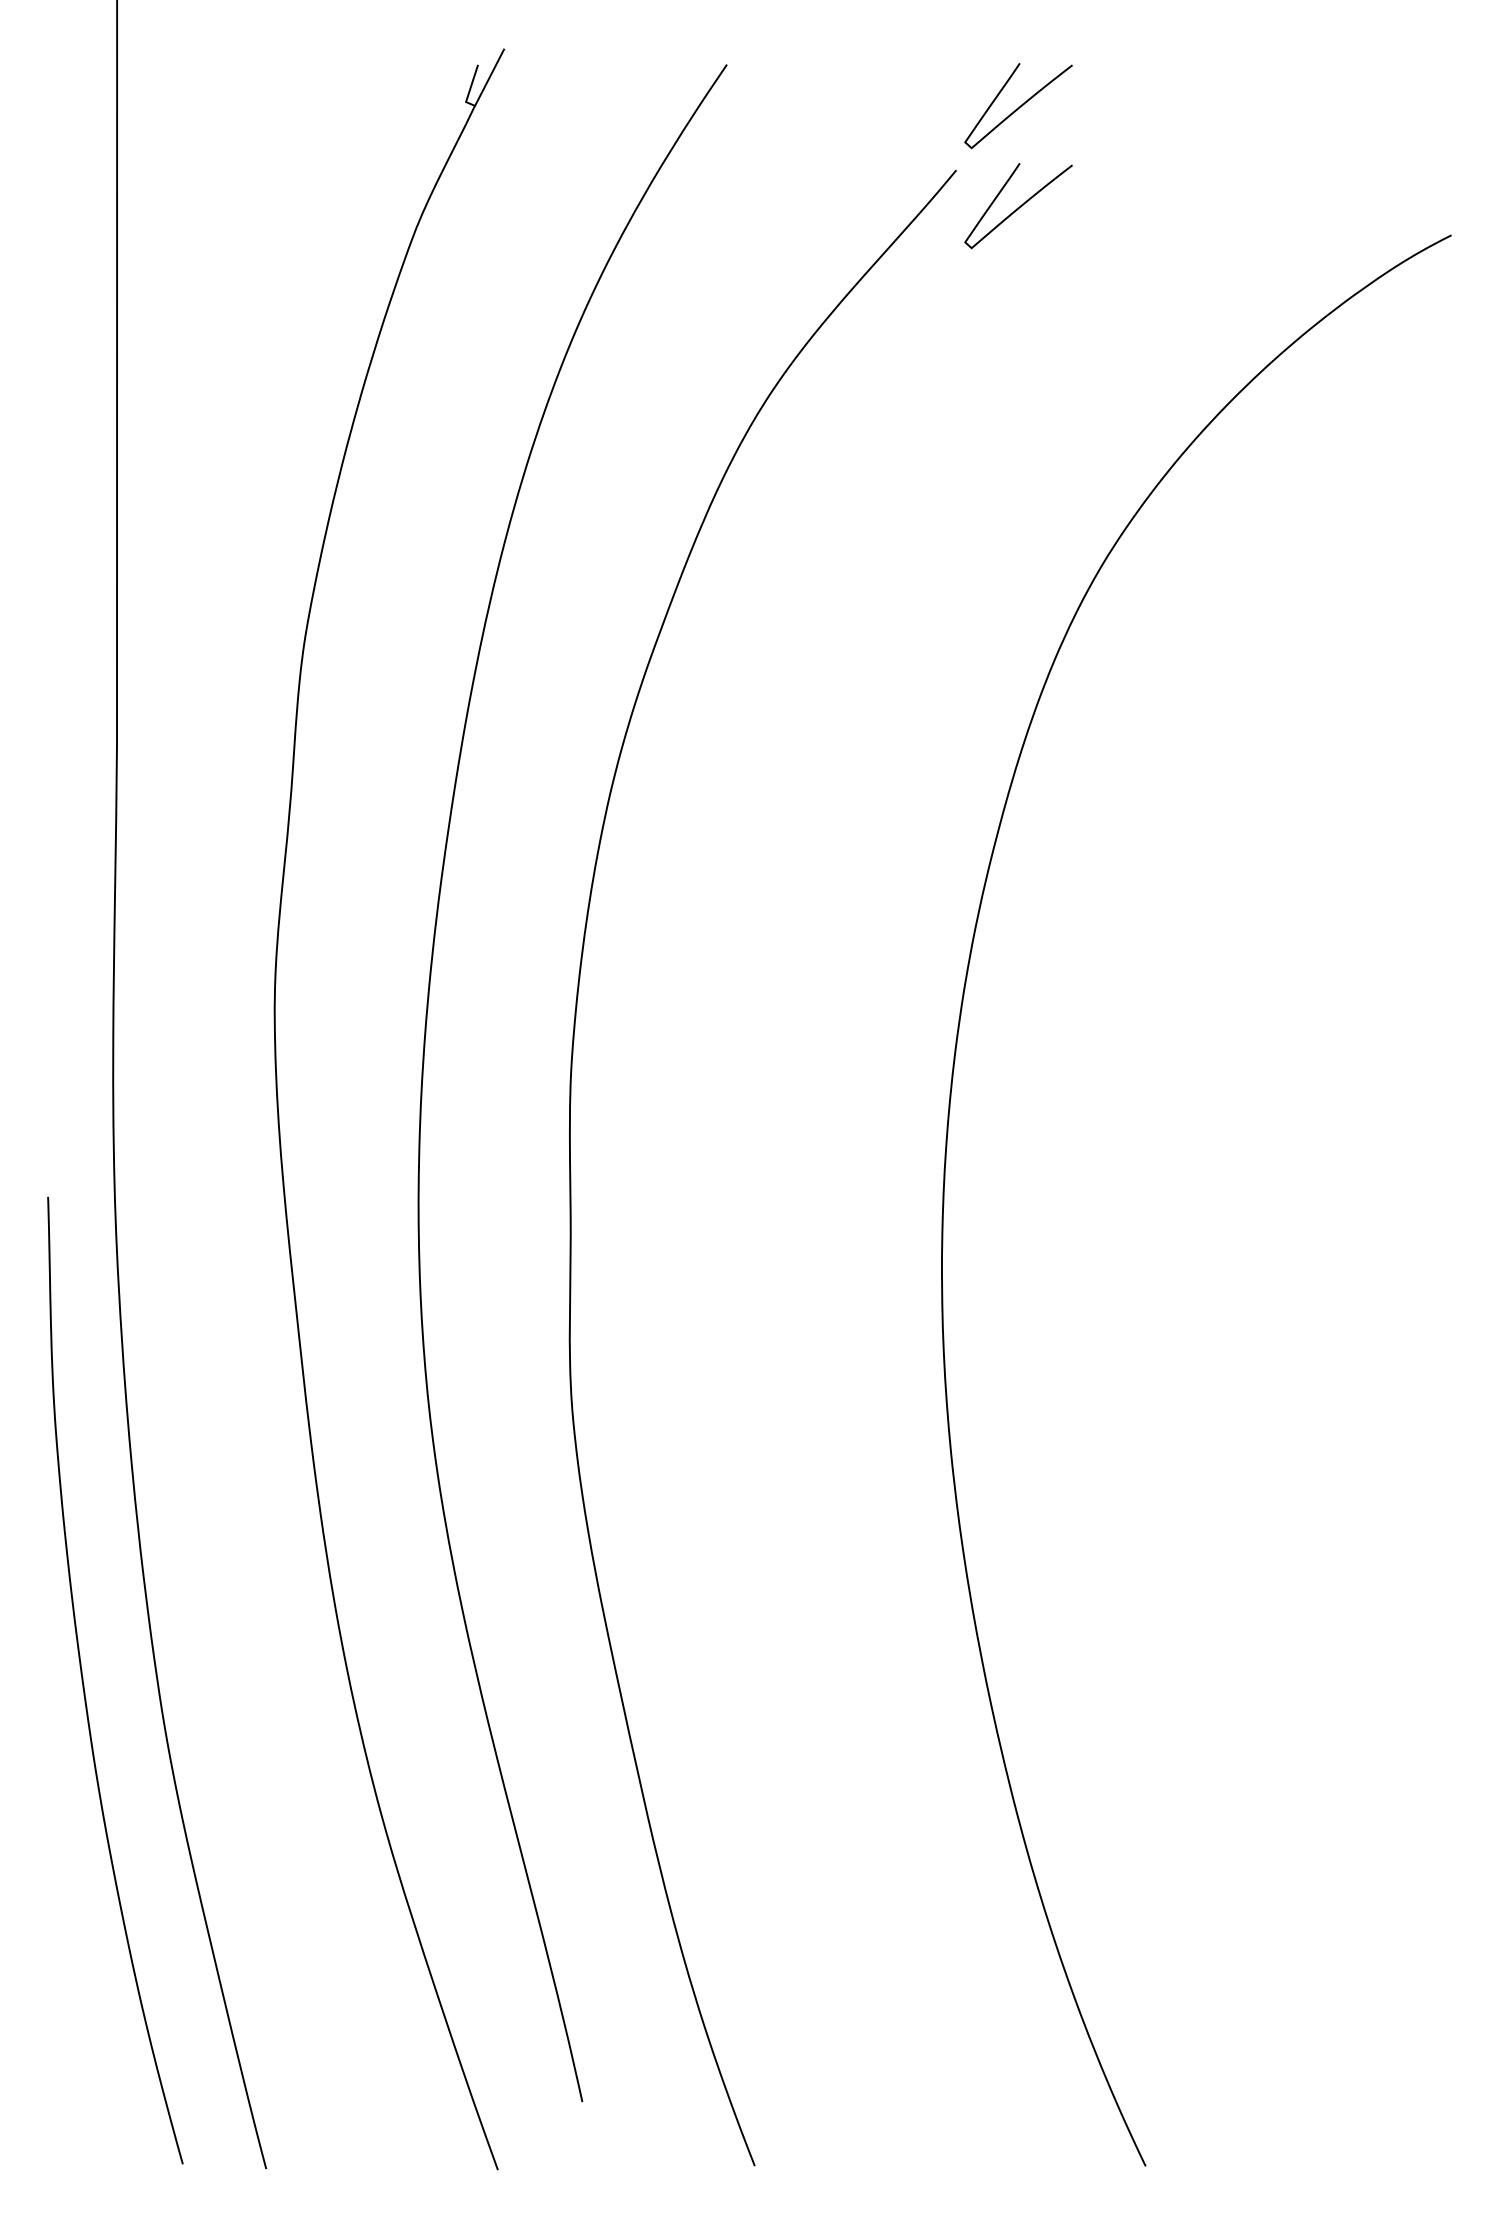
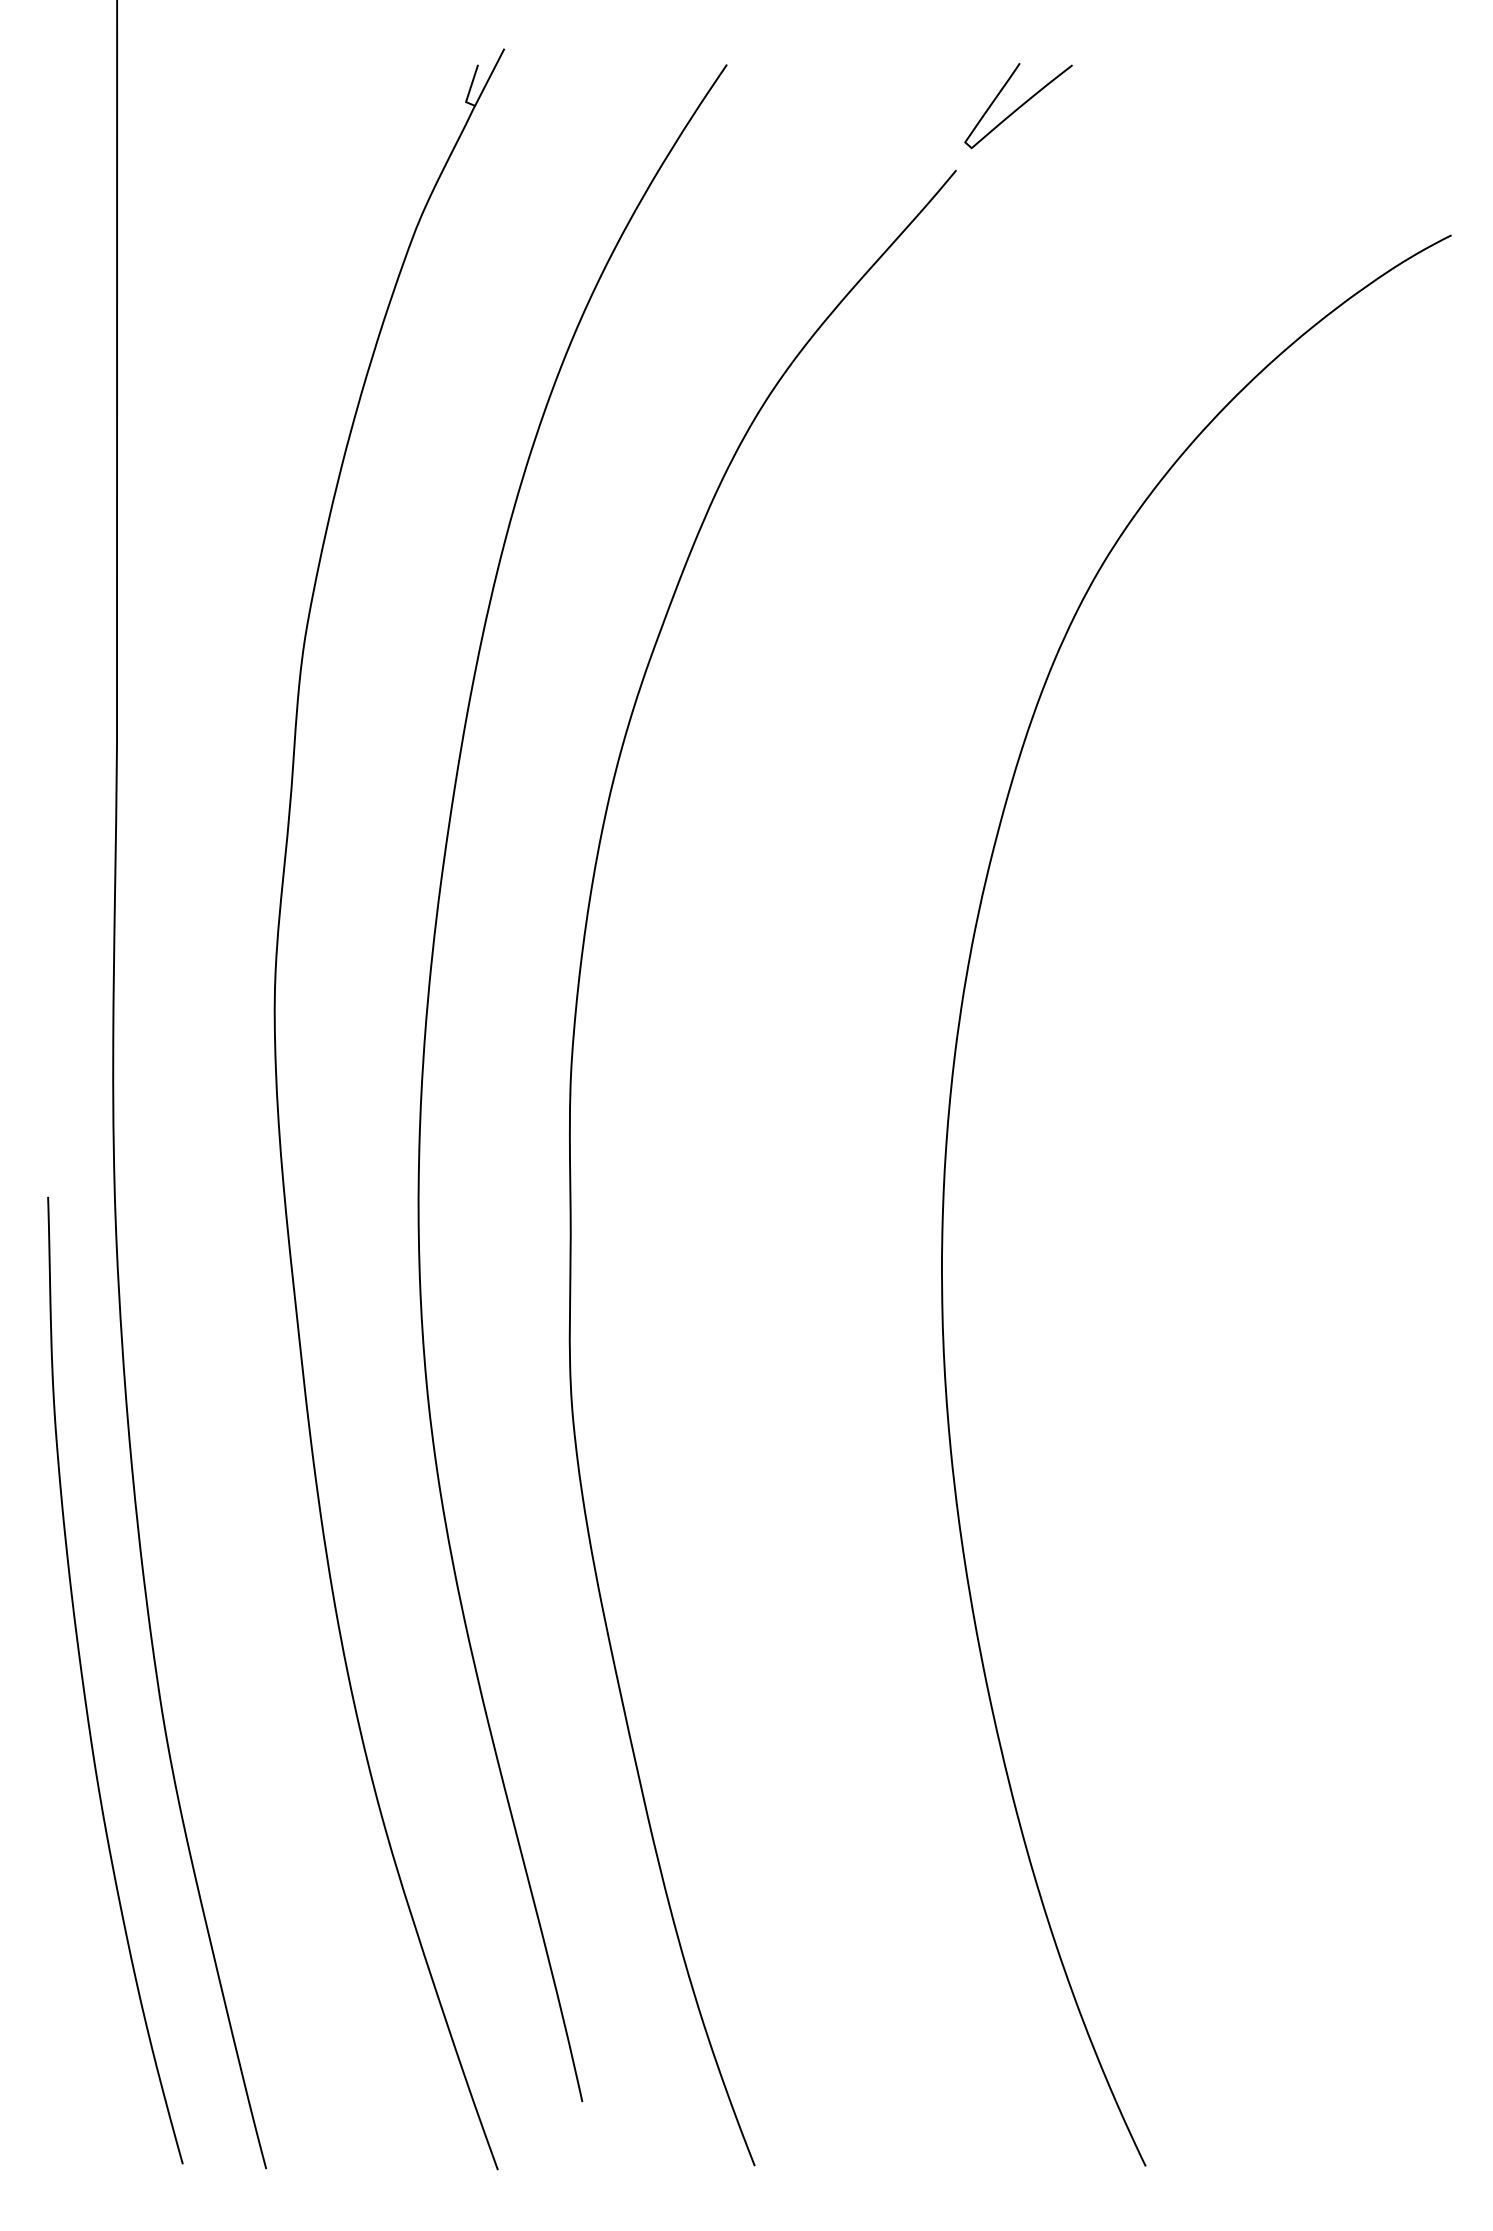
curve at (1019, 206): present -> none
